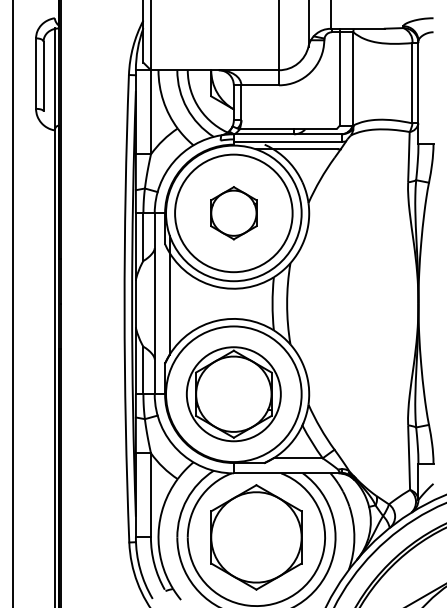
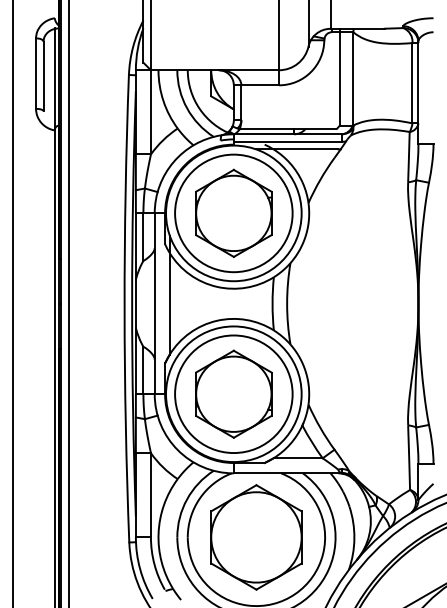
part at (233, 213) size: 48x55 px -> 78x90 px
line at (69, 303): none -> present
circle at (233, 394) diameter: 94 px -> 118 px
